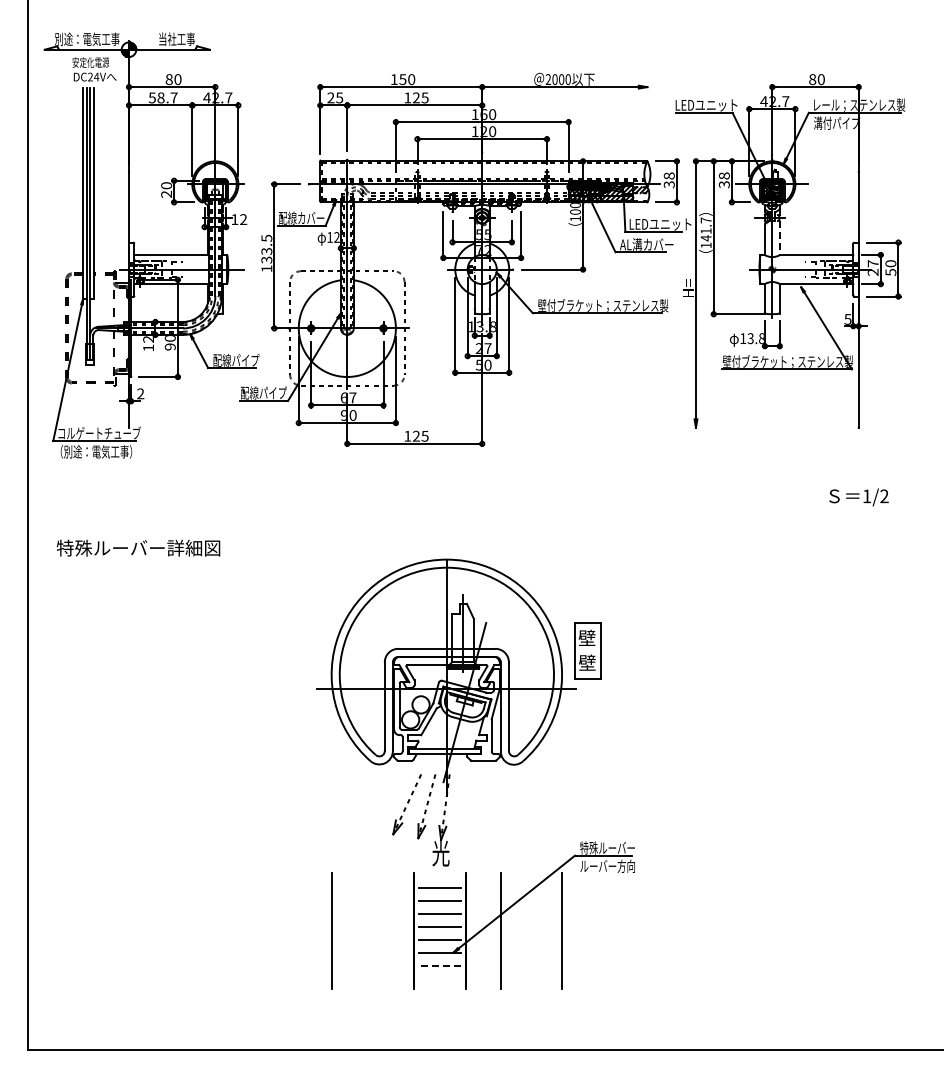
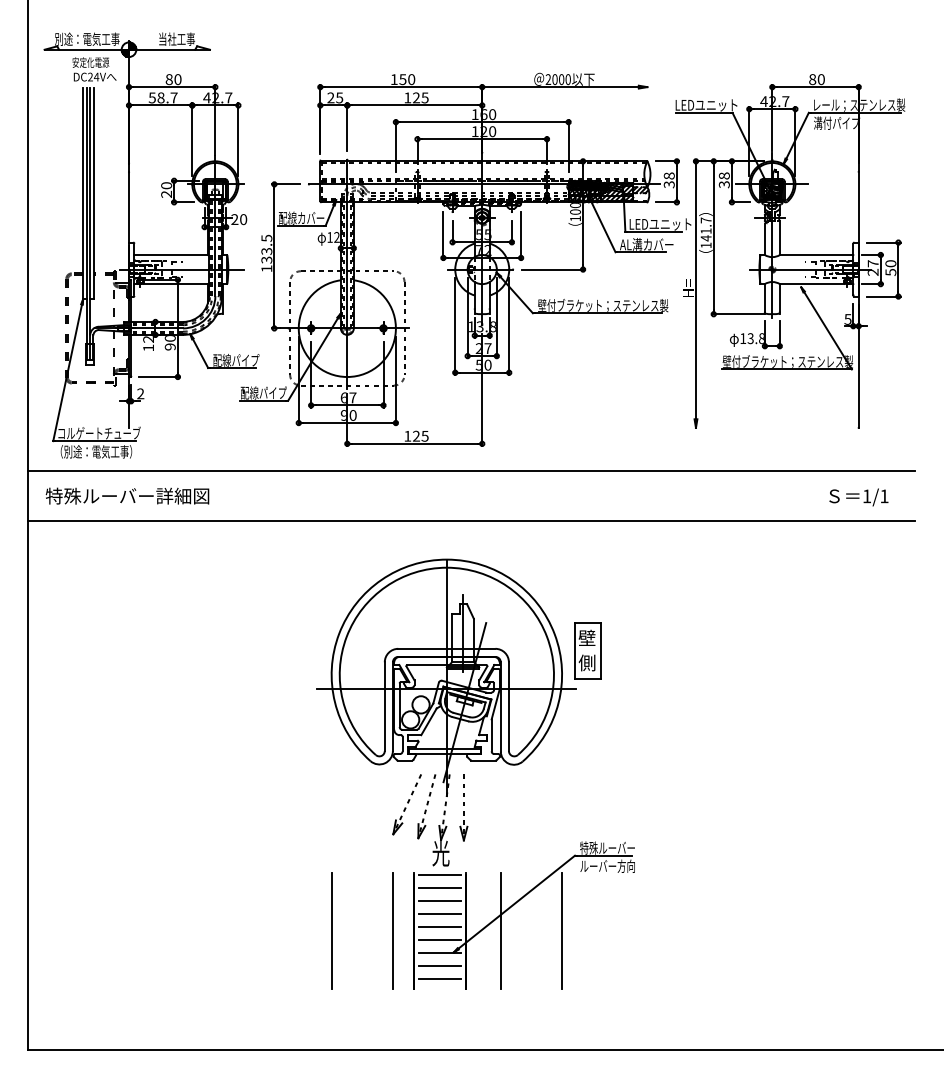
text at (239, 219): 12 -> 20
line at (779, 238): dashed -> solid
line at (471, 470): none -> present
text at (884, 496): 1/2 -> 1/1
line at (471, 520): none -> present
text at (138, 547) position: (138, 547) -> (127, 495)
text at (586, 662): 壁 -> 側
part at (463, 807): none -> present
line at (439, 874): none -> present
line at (393, 930): none -> present
line at (439, 966): dashed -> solid
line at (439, 979): none -> present
